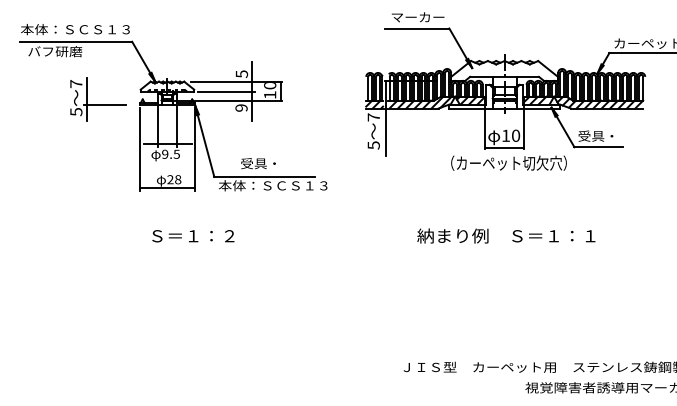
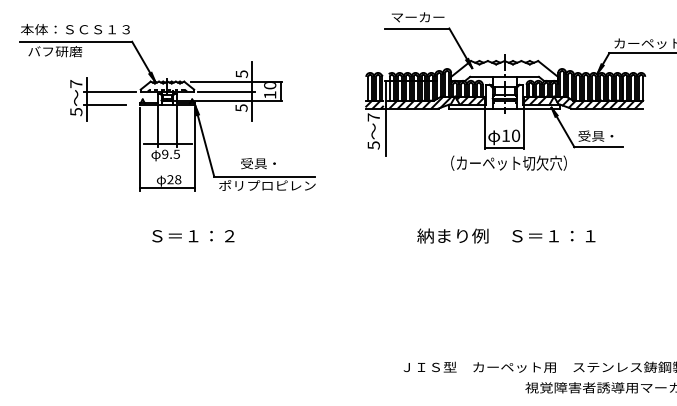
line at (109, 91): none -> present
text at (241, 107): 9 -> 5
text at (272, 185): 本体：ＳＣＳ１３ -> ポリプロピレン
